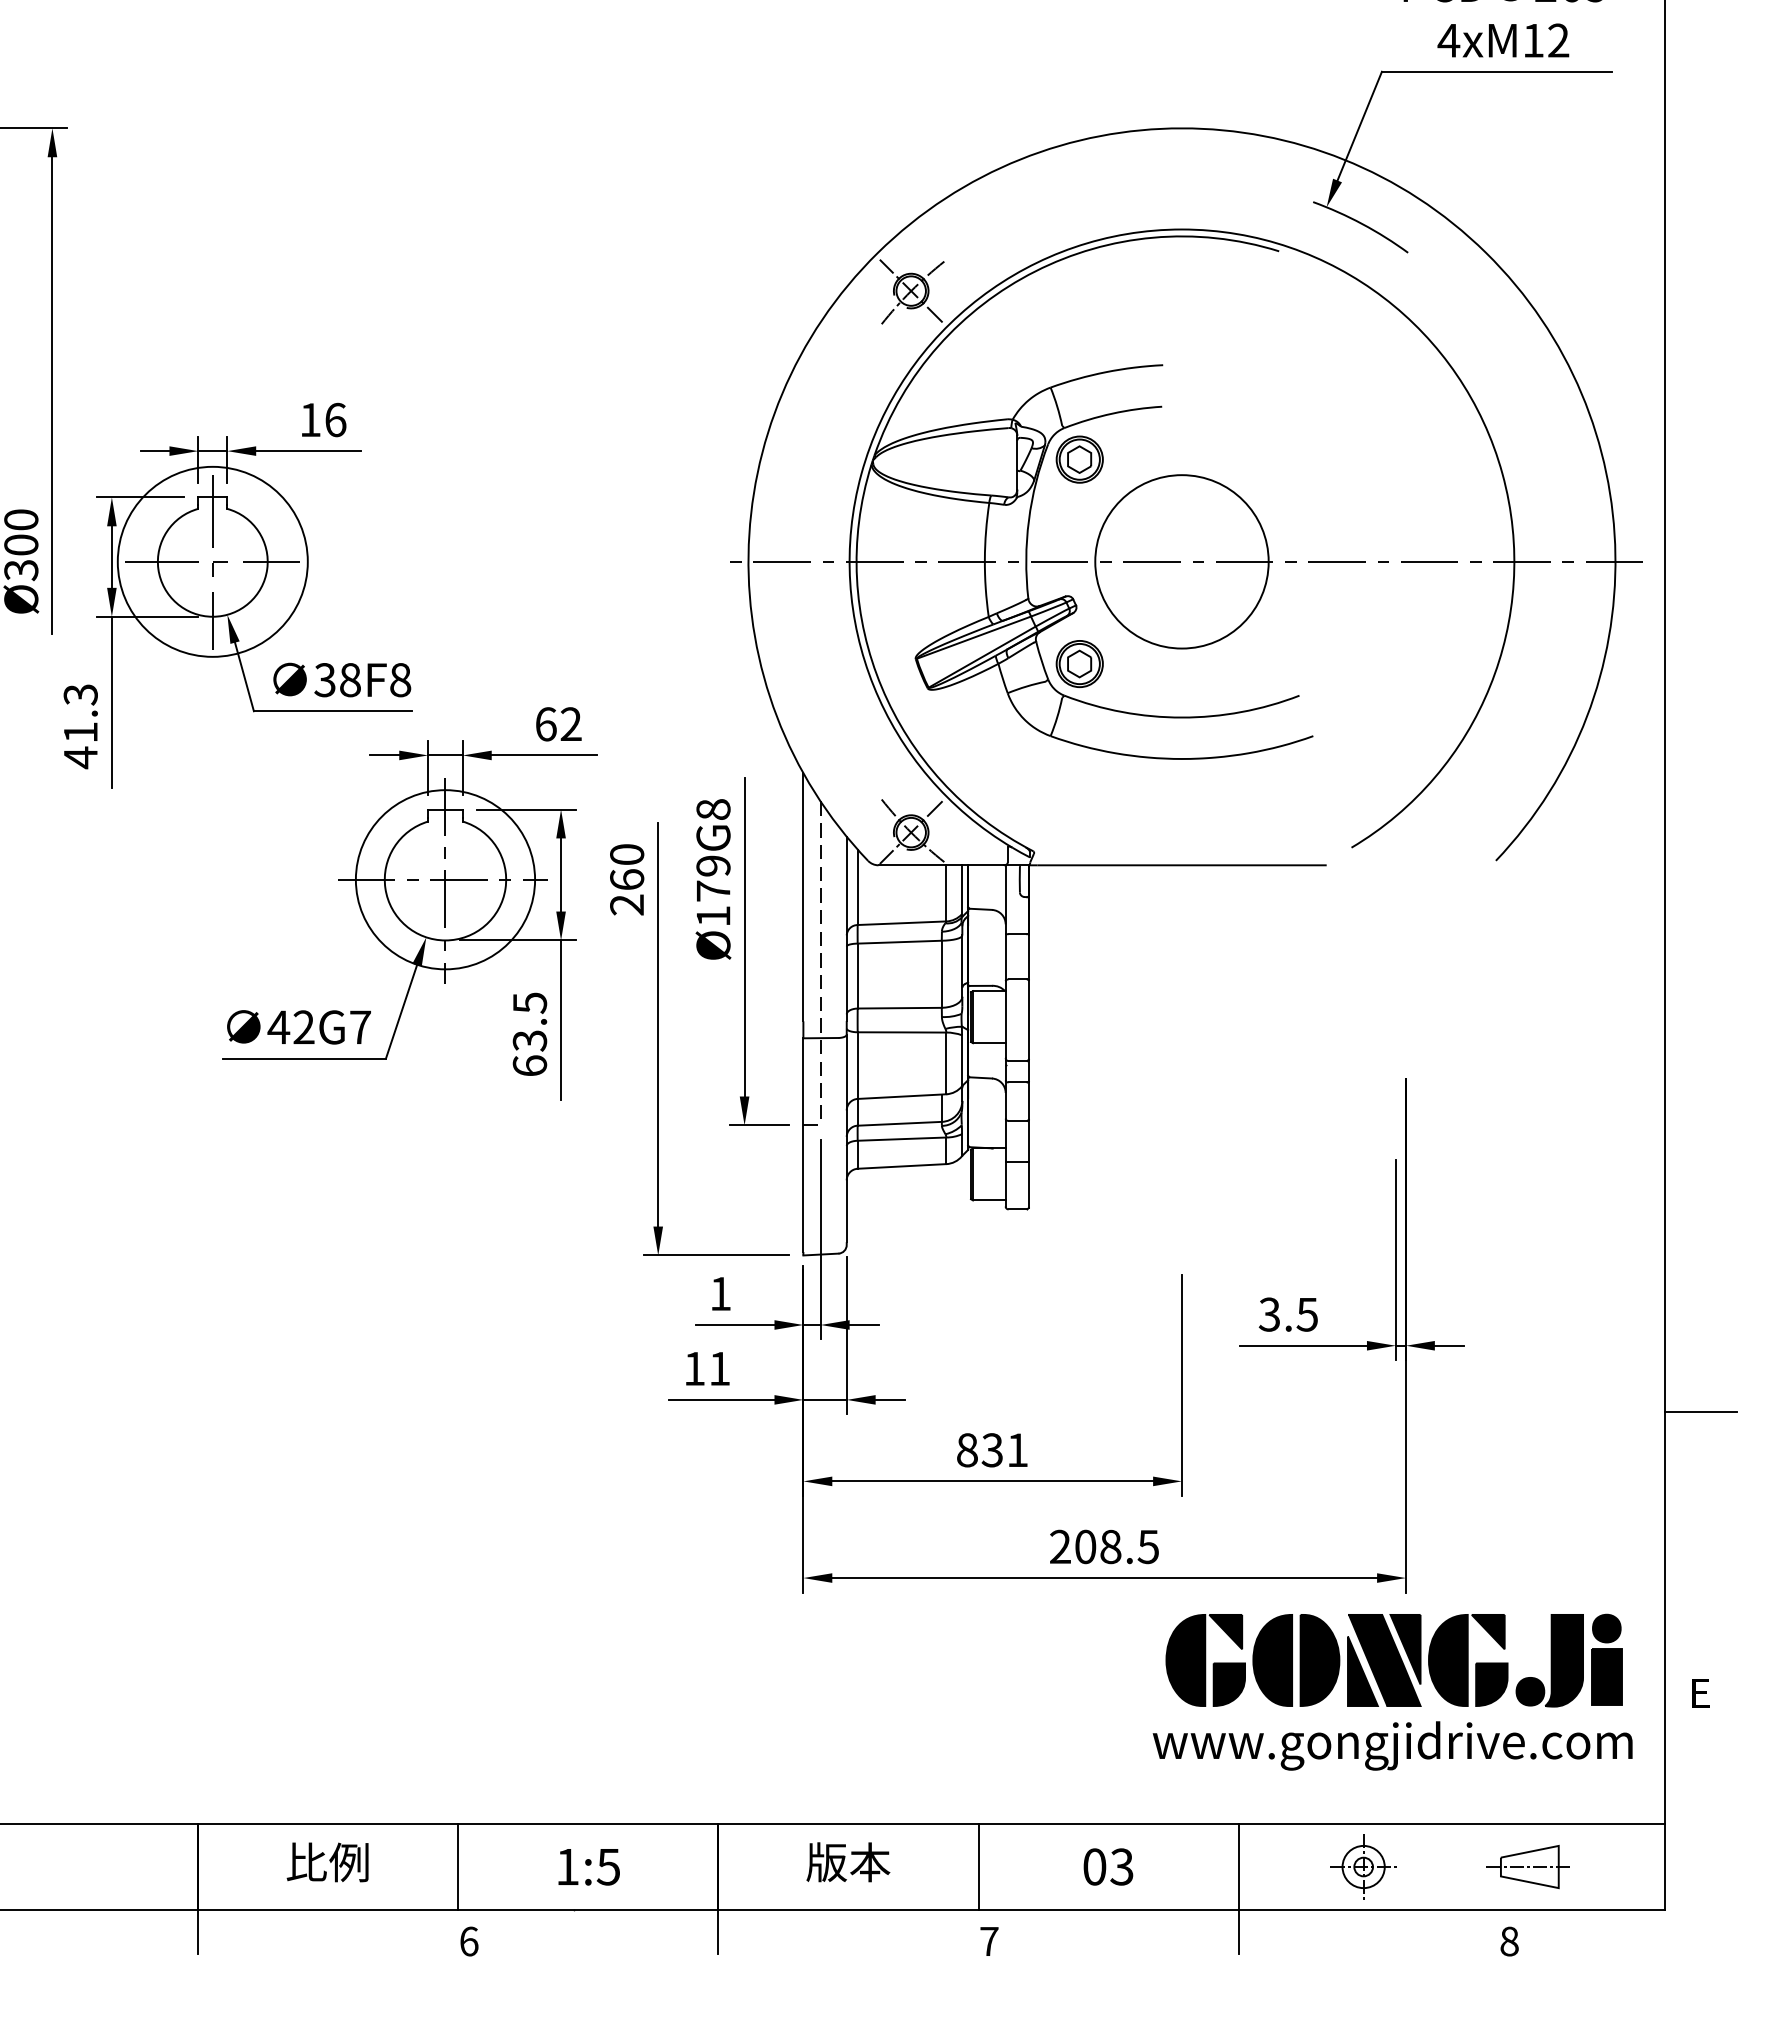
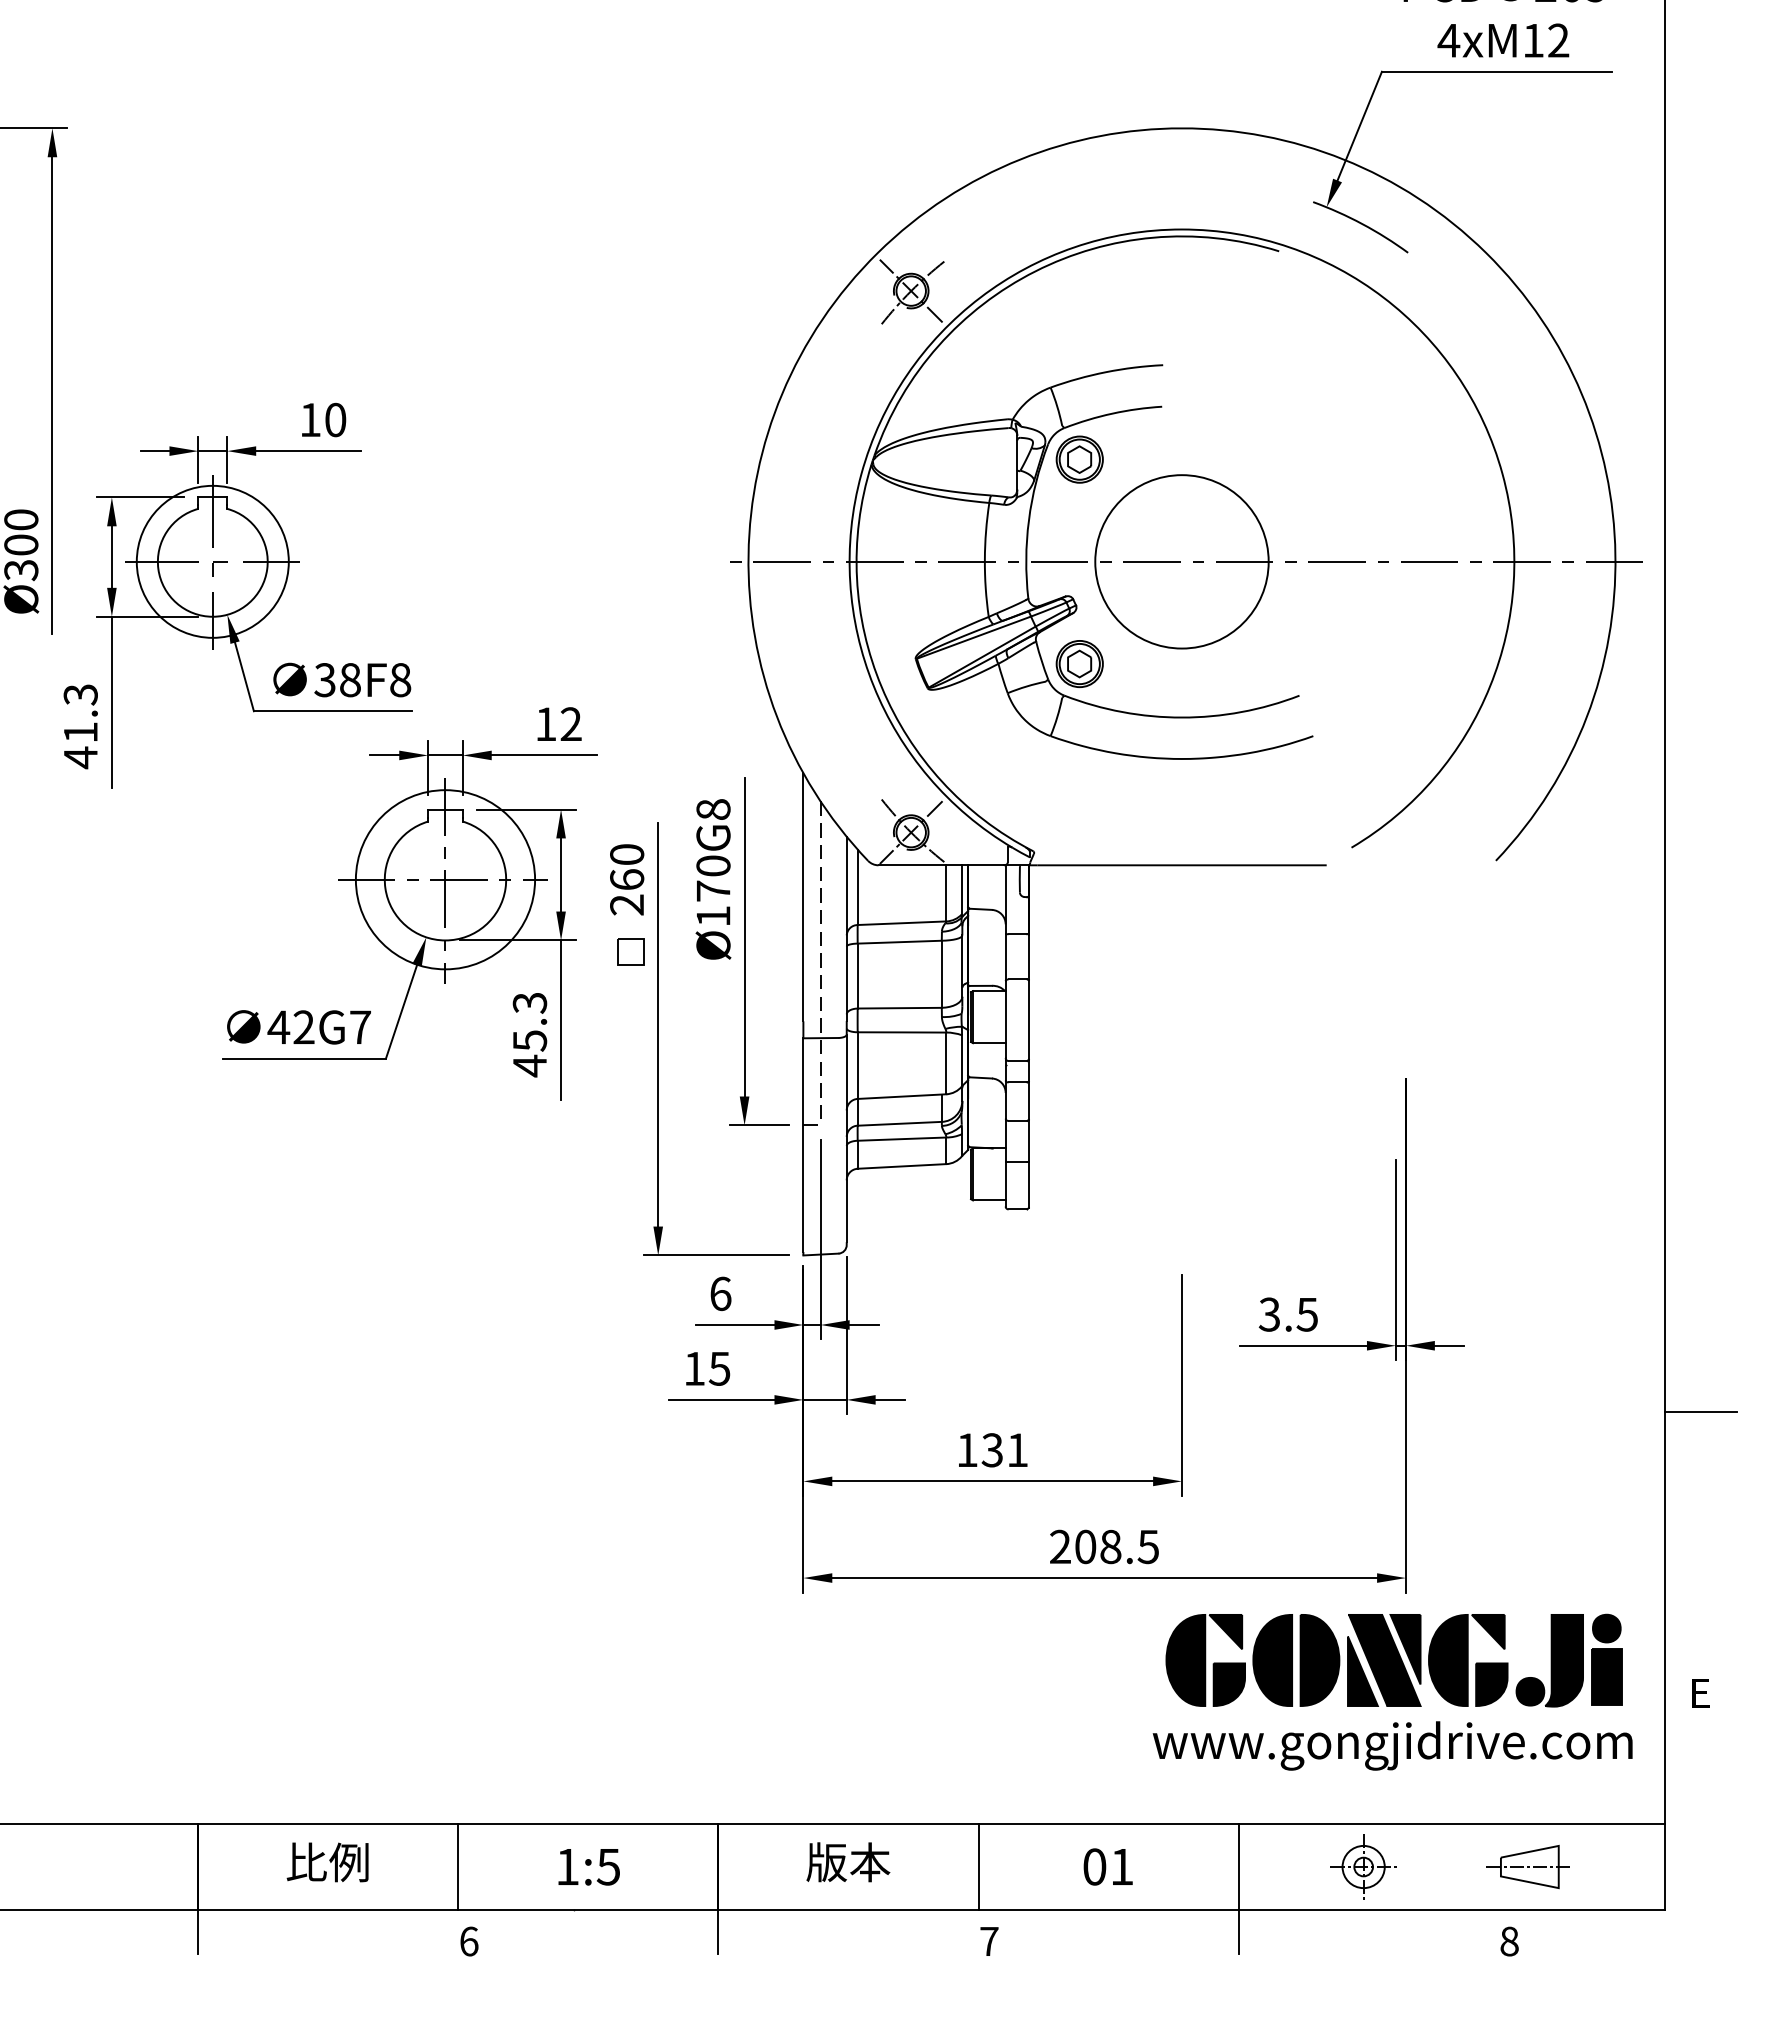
text at (335, 419): 16 -> 10
circle at (212, 561) diameter: 190 px -> 152 px
text at (546, 724): 62 -> 12
text at (713, 865): Ø179G8 -> Ø170G8
part at (630, 951): none -> present
text at (529, 1034): 63.5 -> 45.3
text at (720, 1293): 1 -> 6
text at (719, 1368): 11 -> 15
text at (967, 1450): 831 -> 131
text at (1121, 1866): 03 -> 01
